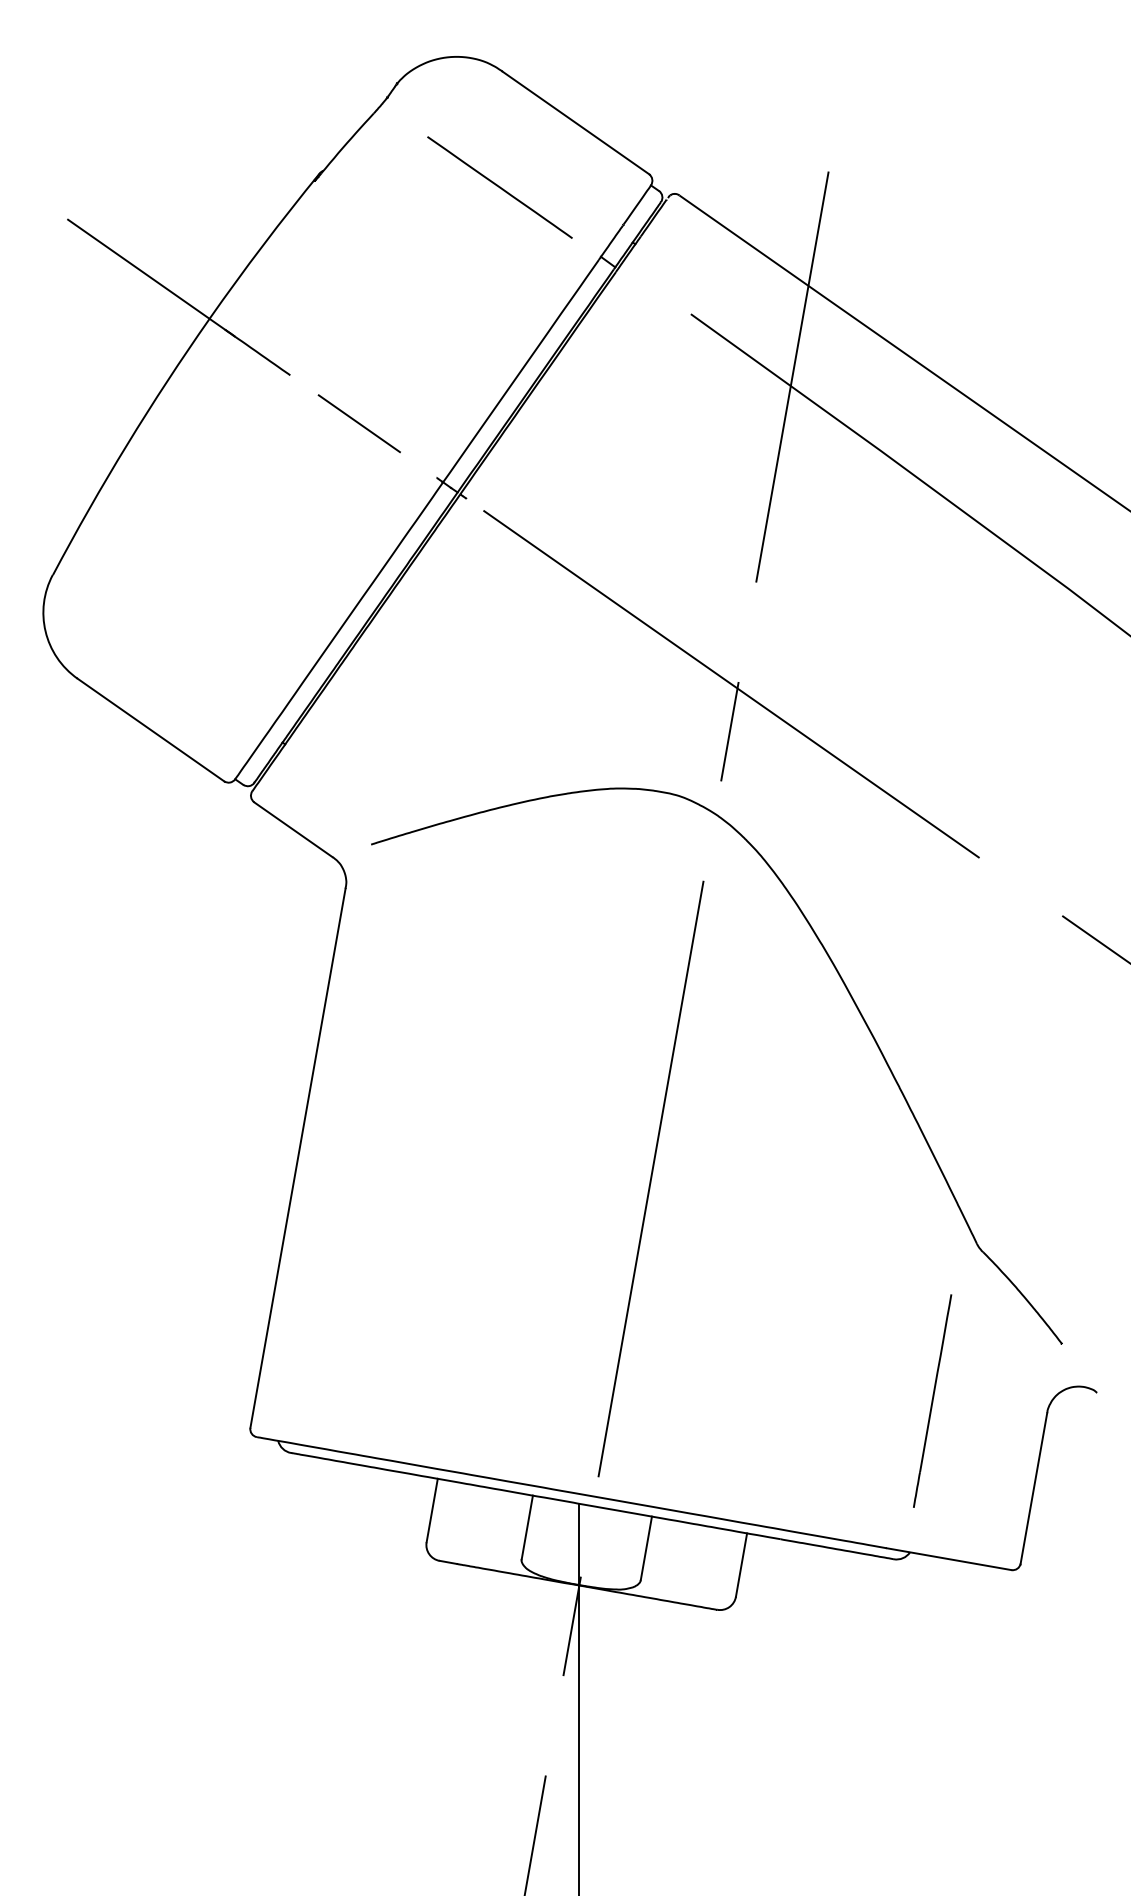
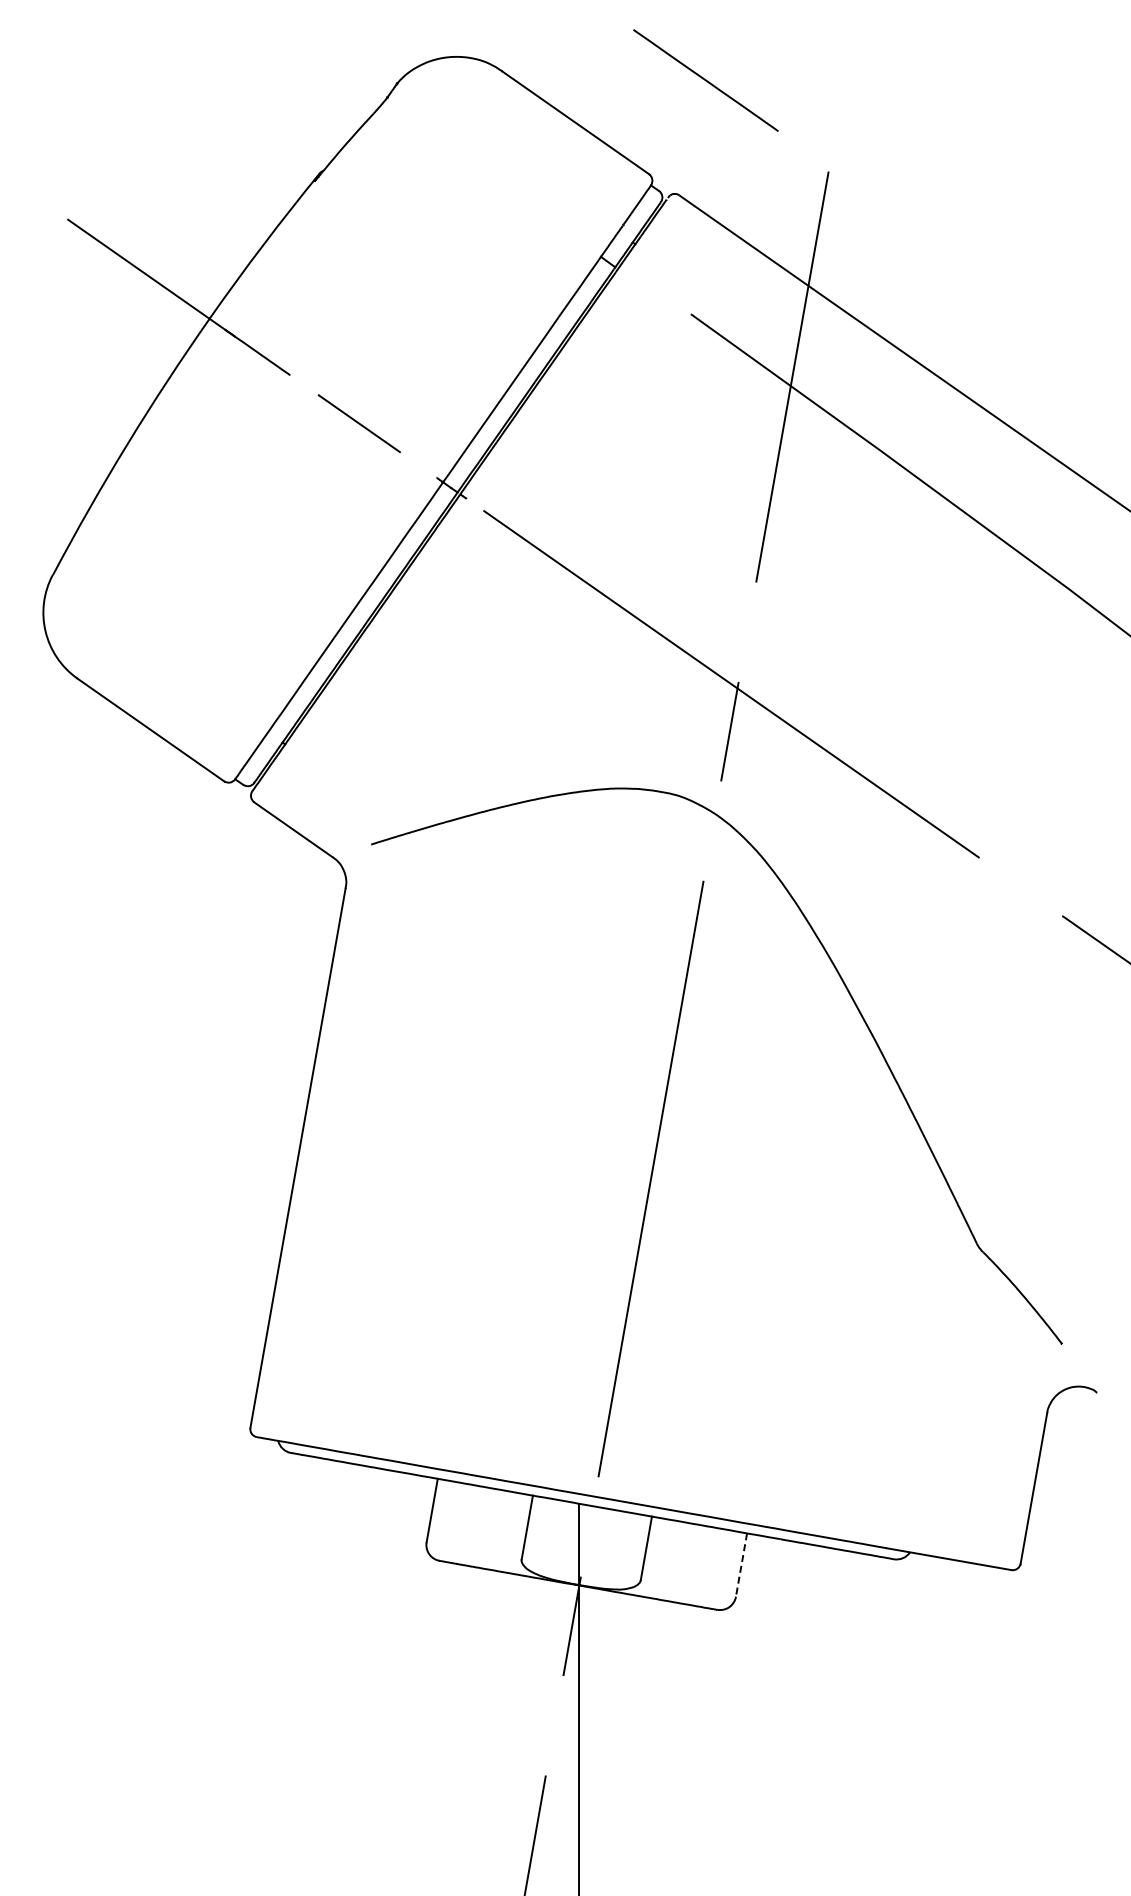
line at (499, 187) position: (499, 187) -> (705, 80)
line at (932, 1400): present -> none
line at (741, 1565): solid -> dashed
